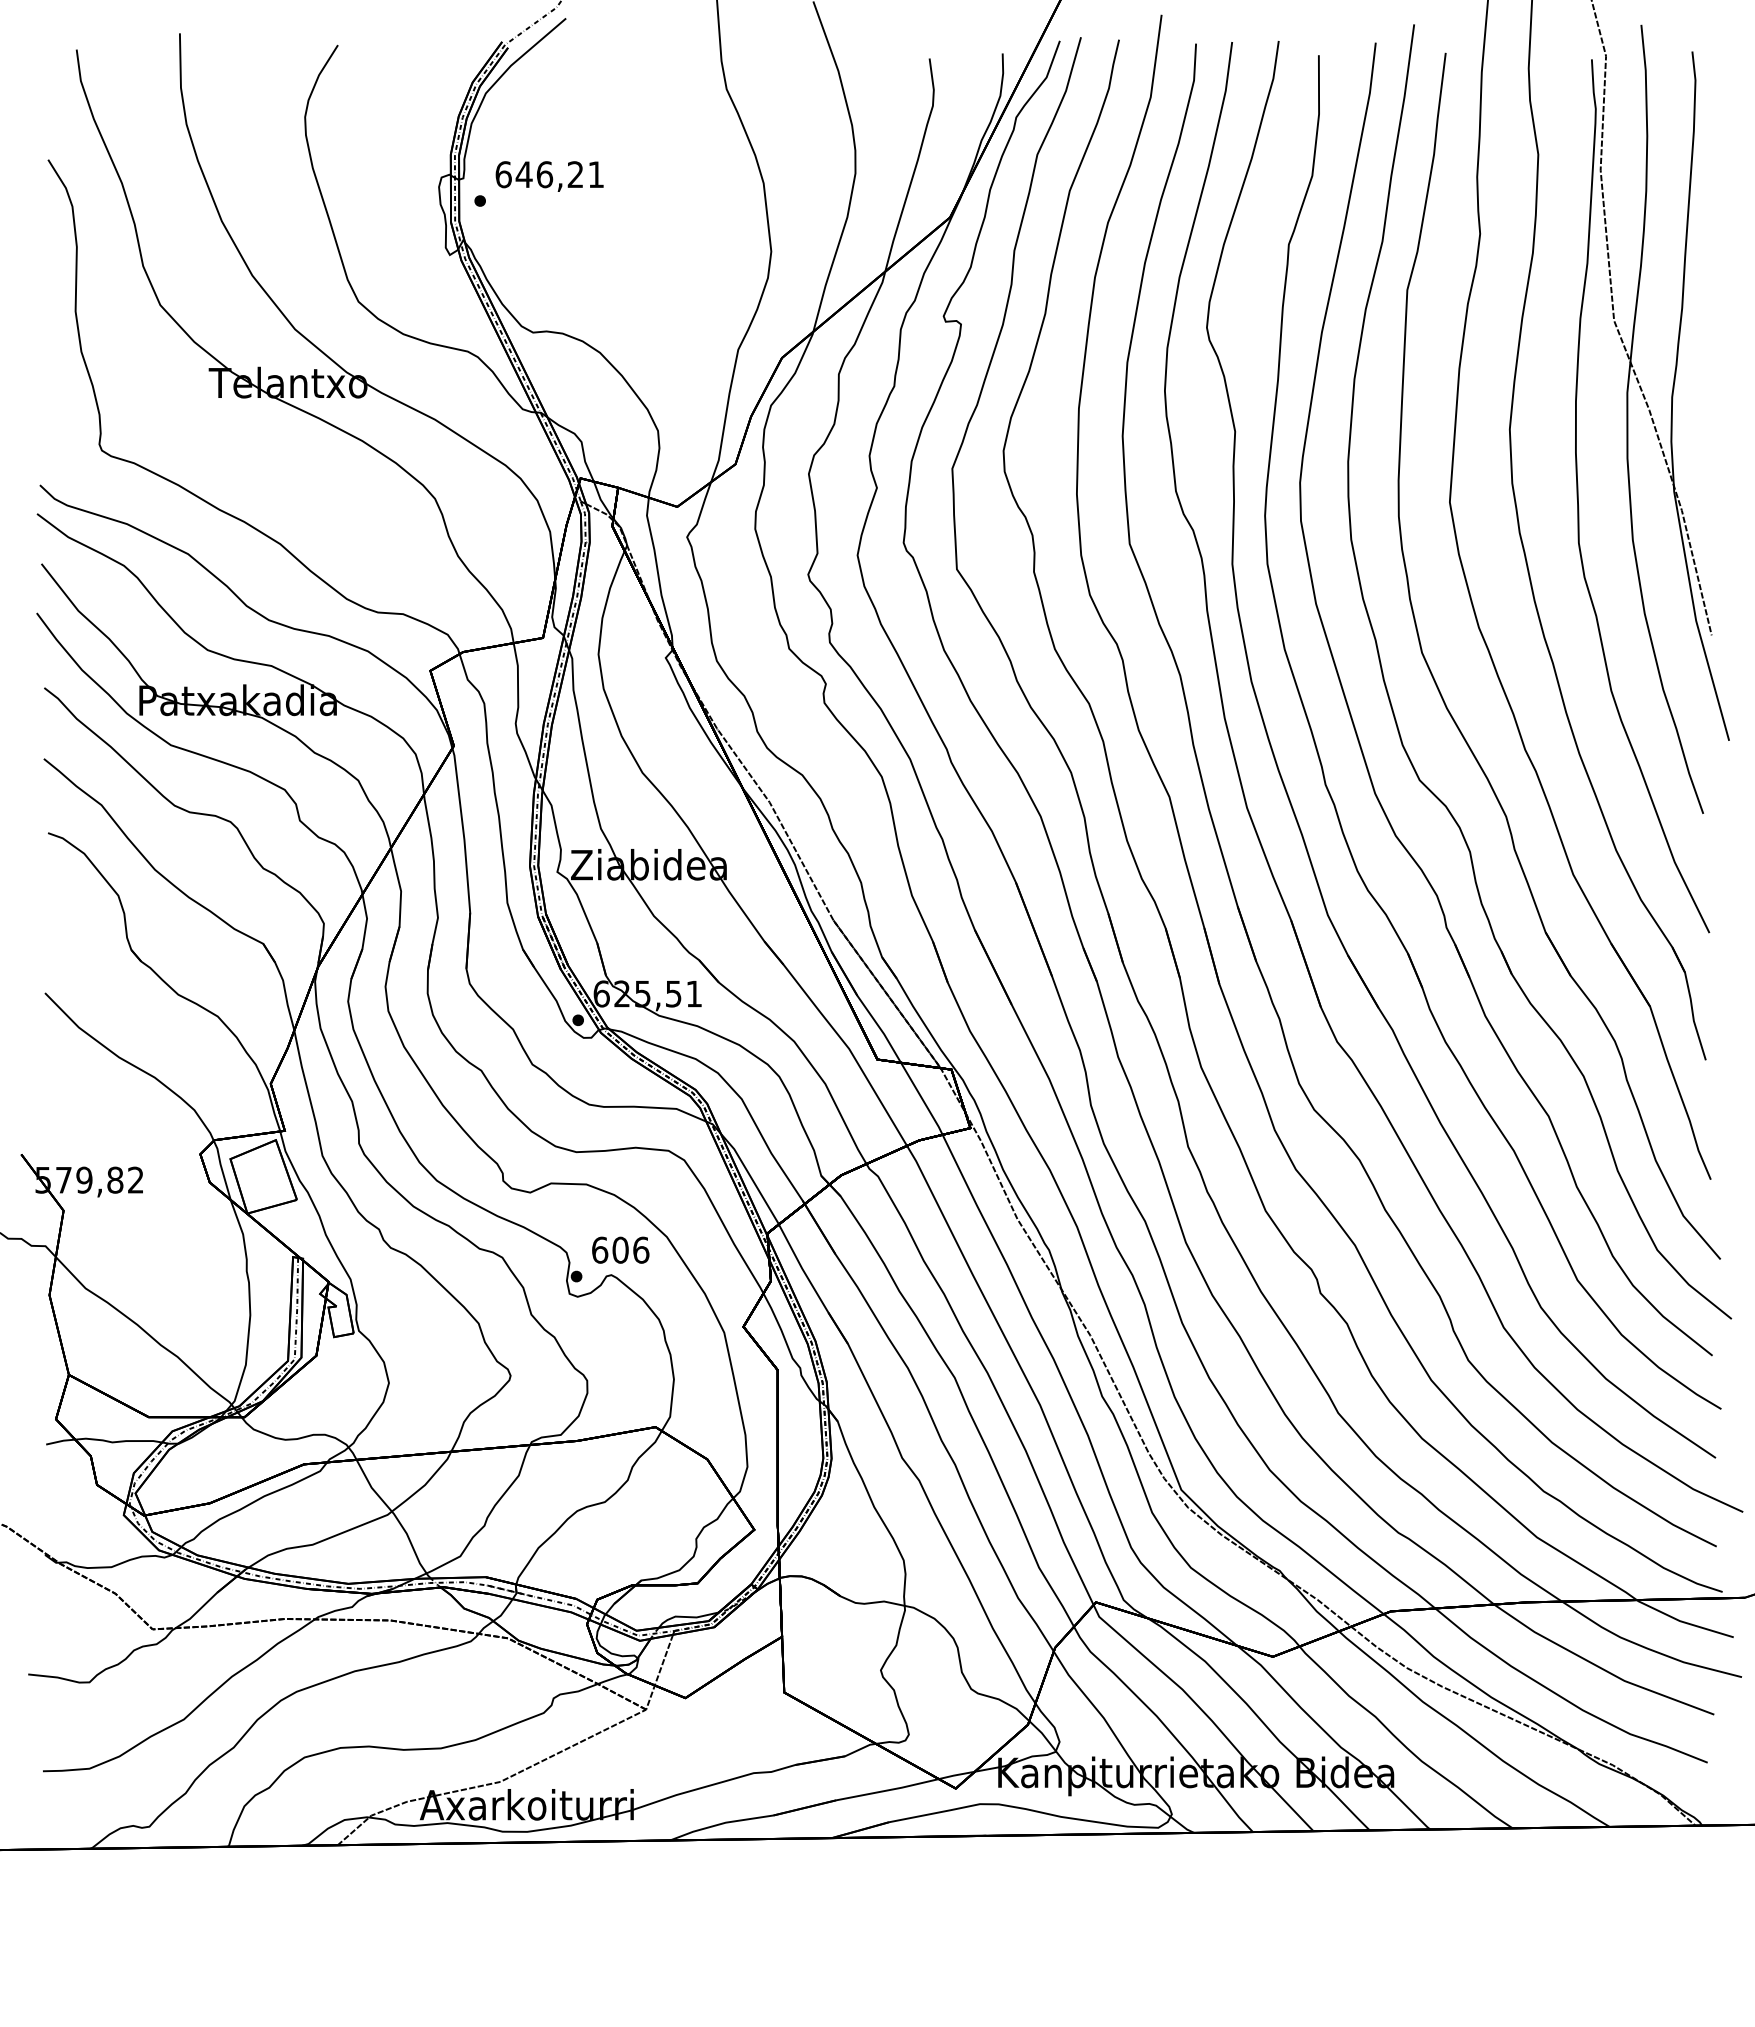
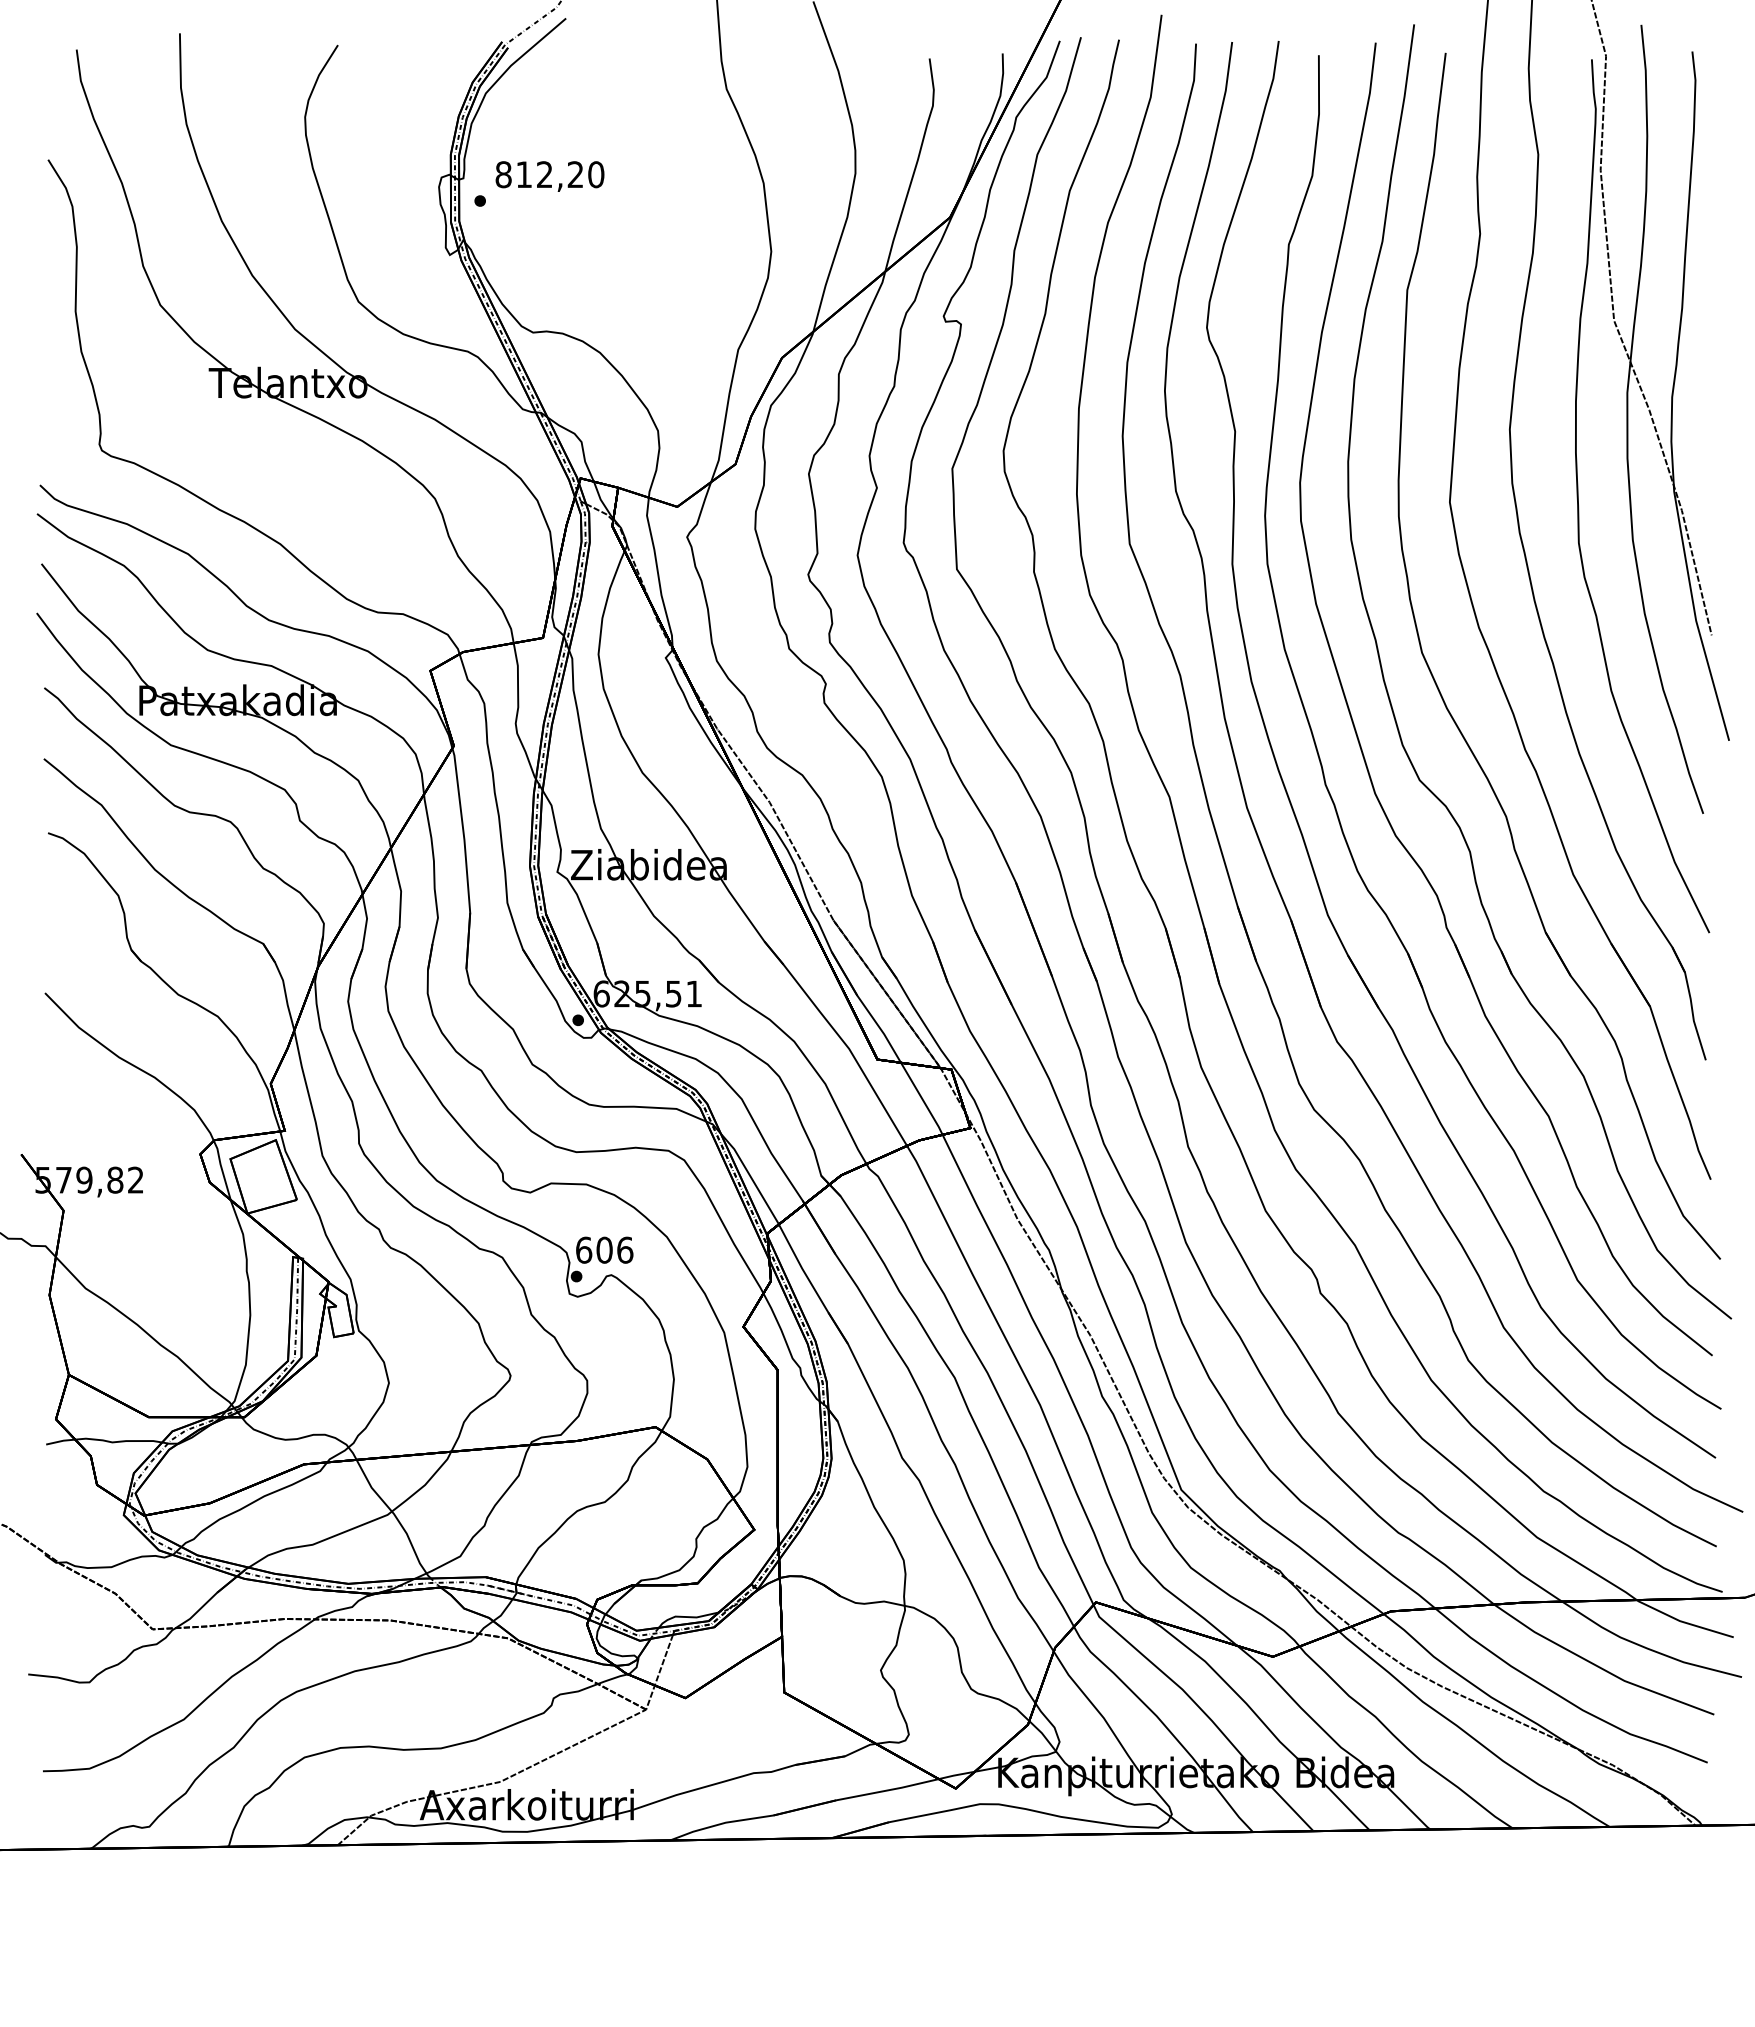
text at (549, 174): 646,21 -> 812,20
text at (620, 1249) position: (620, 1249) -> (604, 1249)
